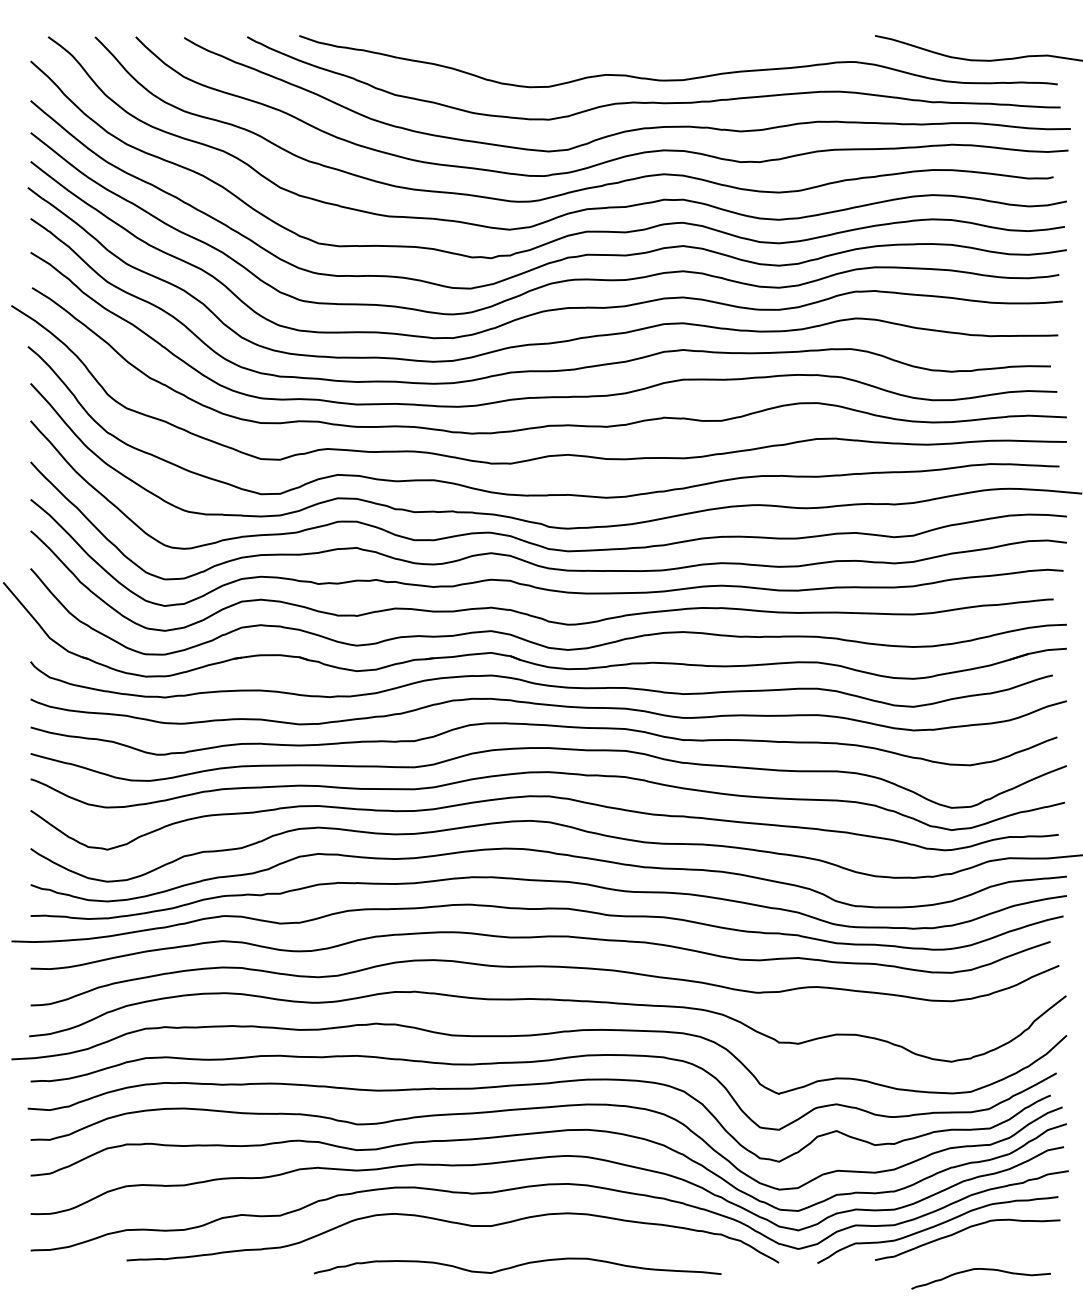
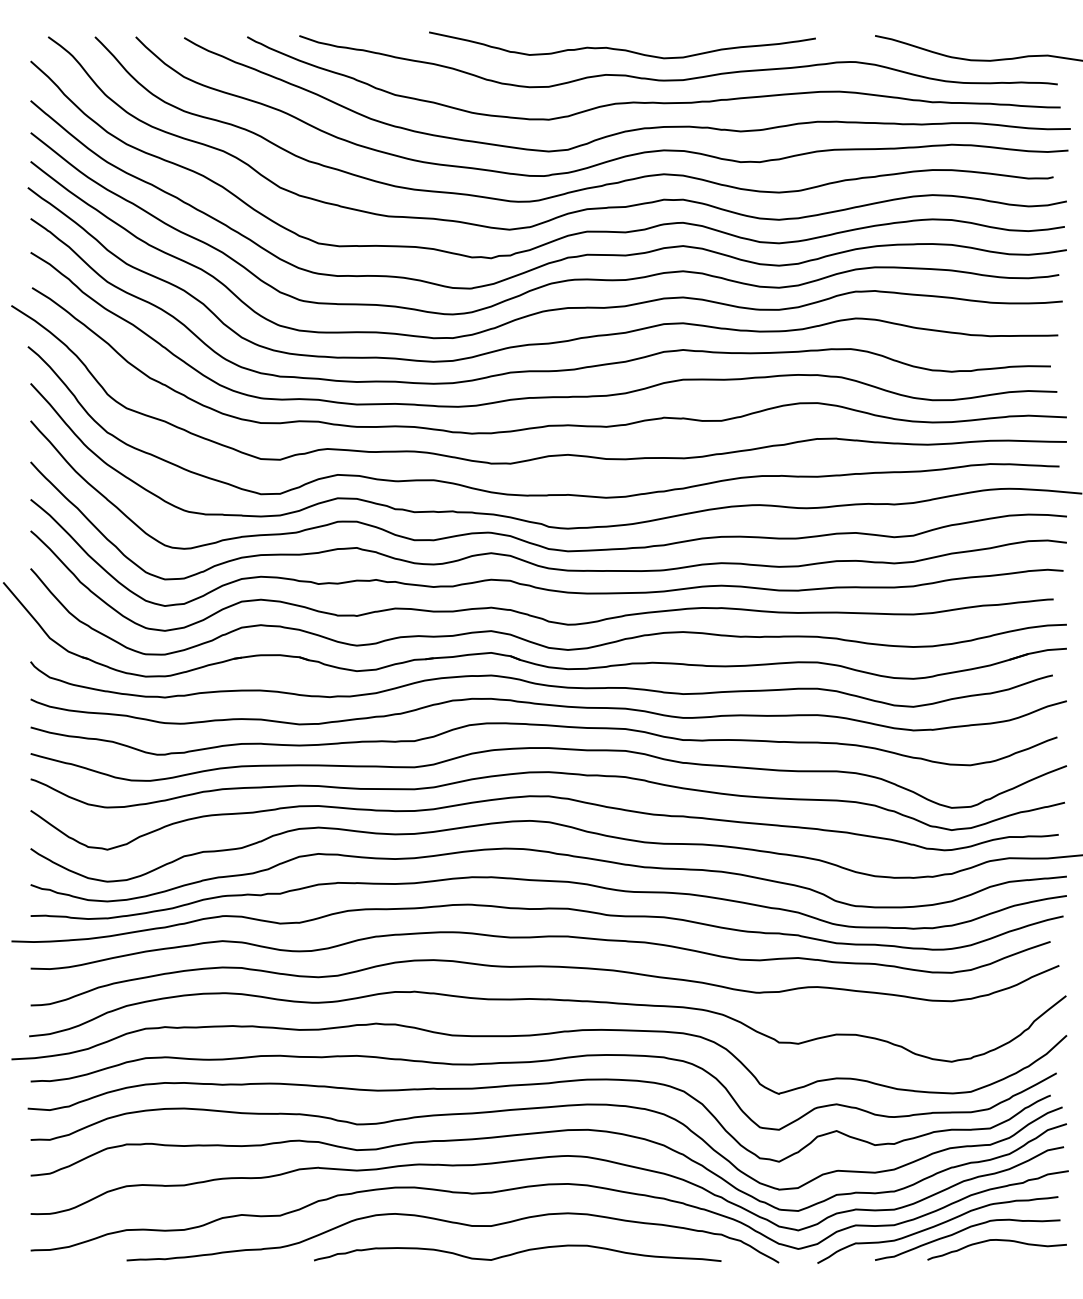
curve at (620, 48): none -> present
curve at (517, 1265) position: (517, 1265) -> (517, 1252)
curve at (980, 1269) position: (980, 1269) -> (996, 1240)
